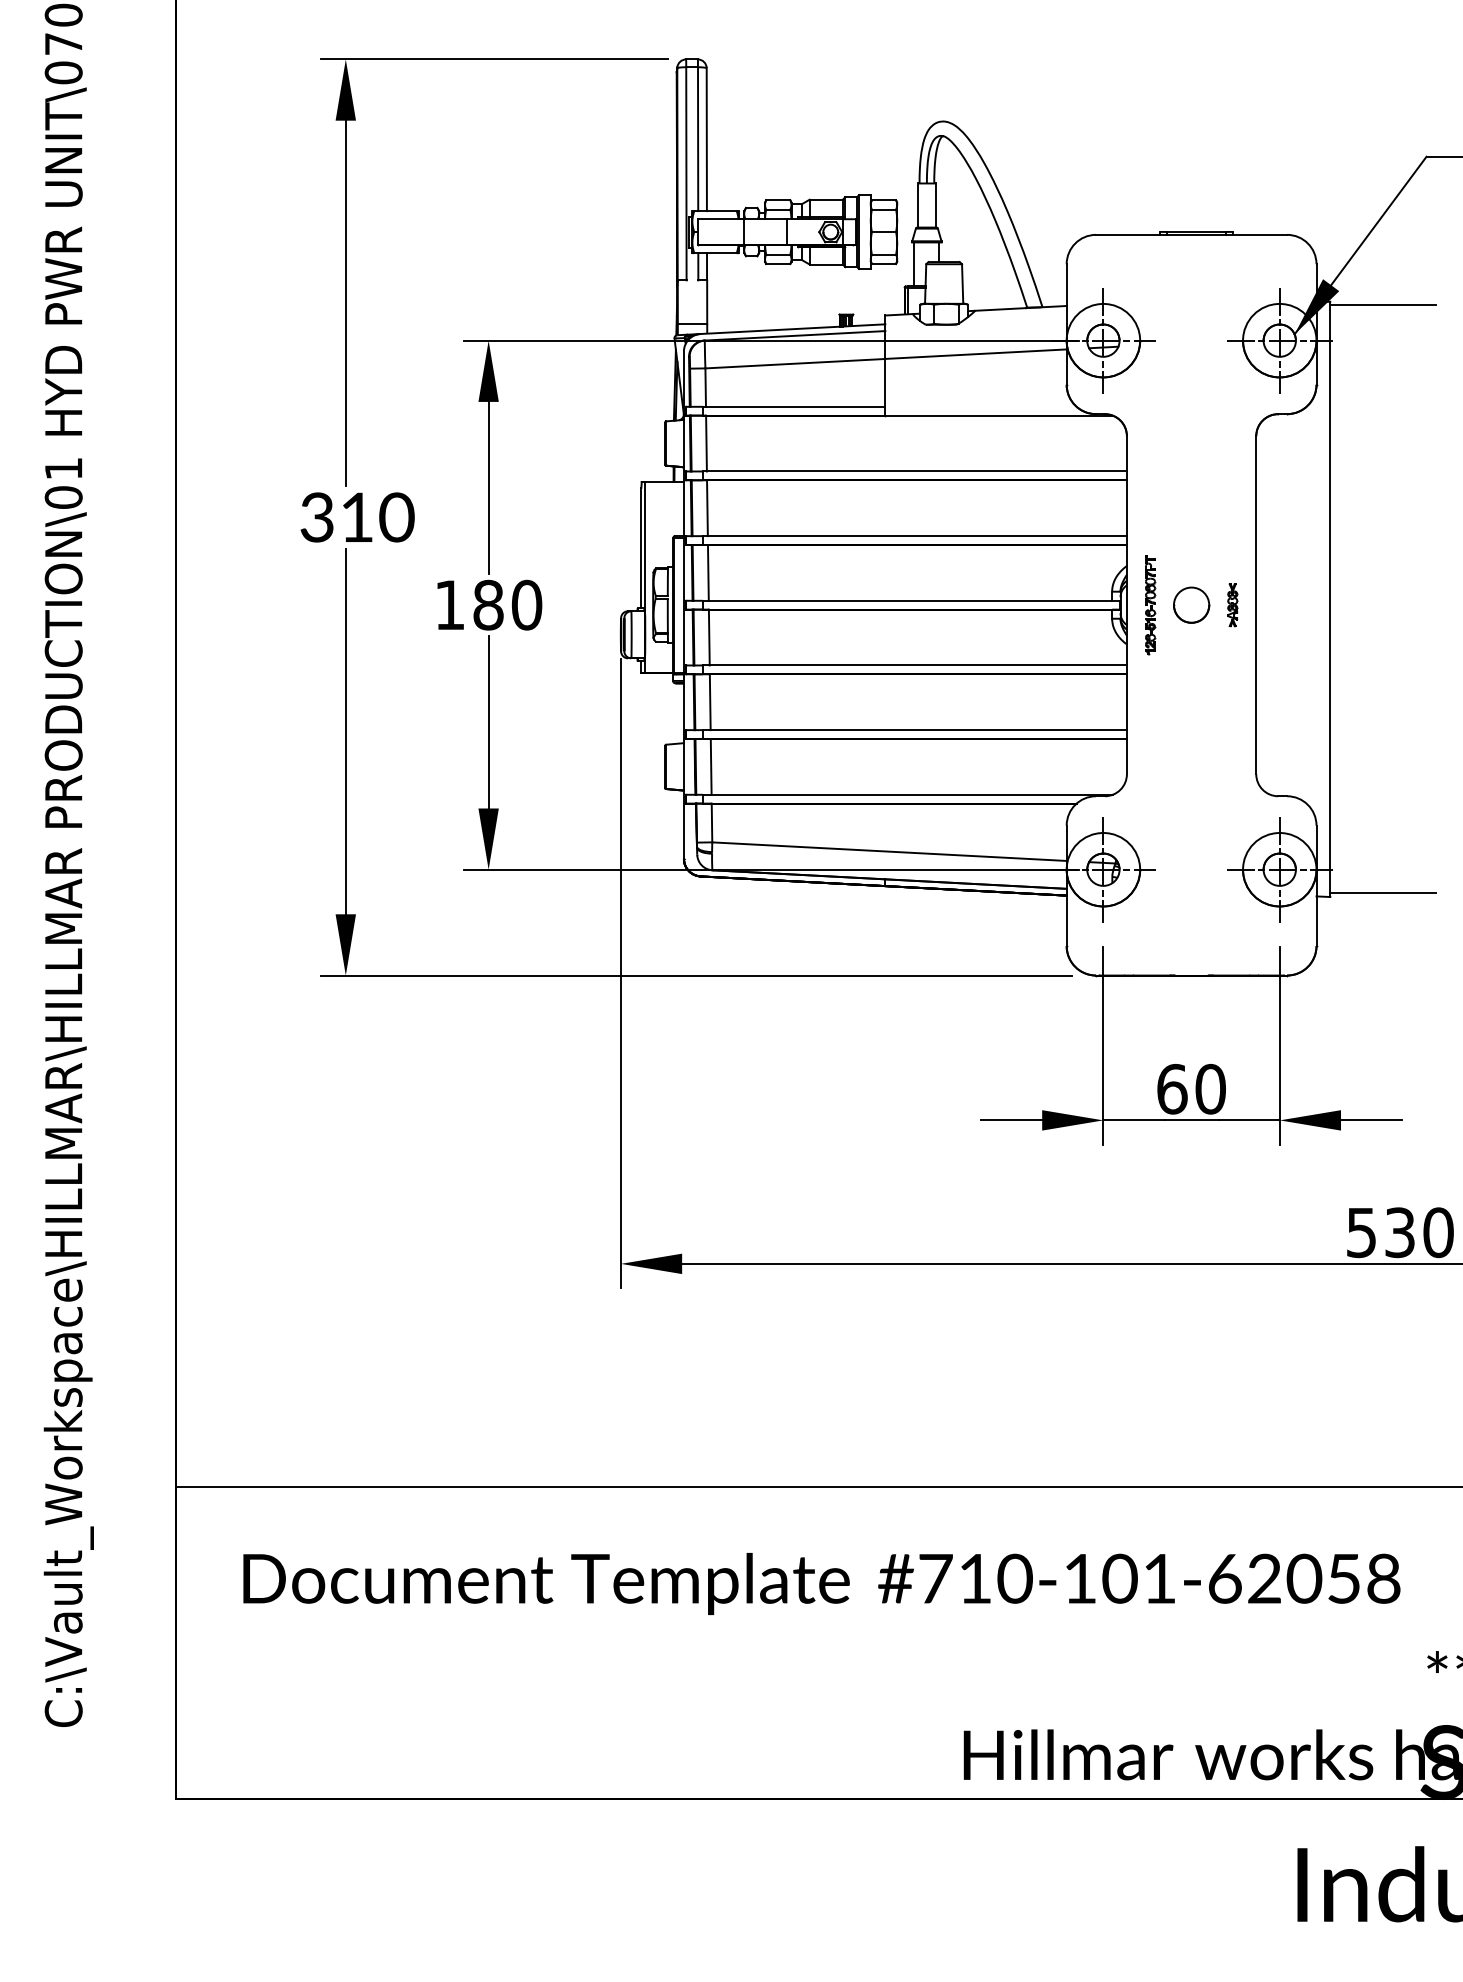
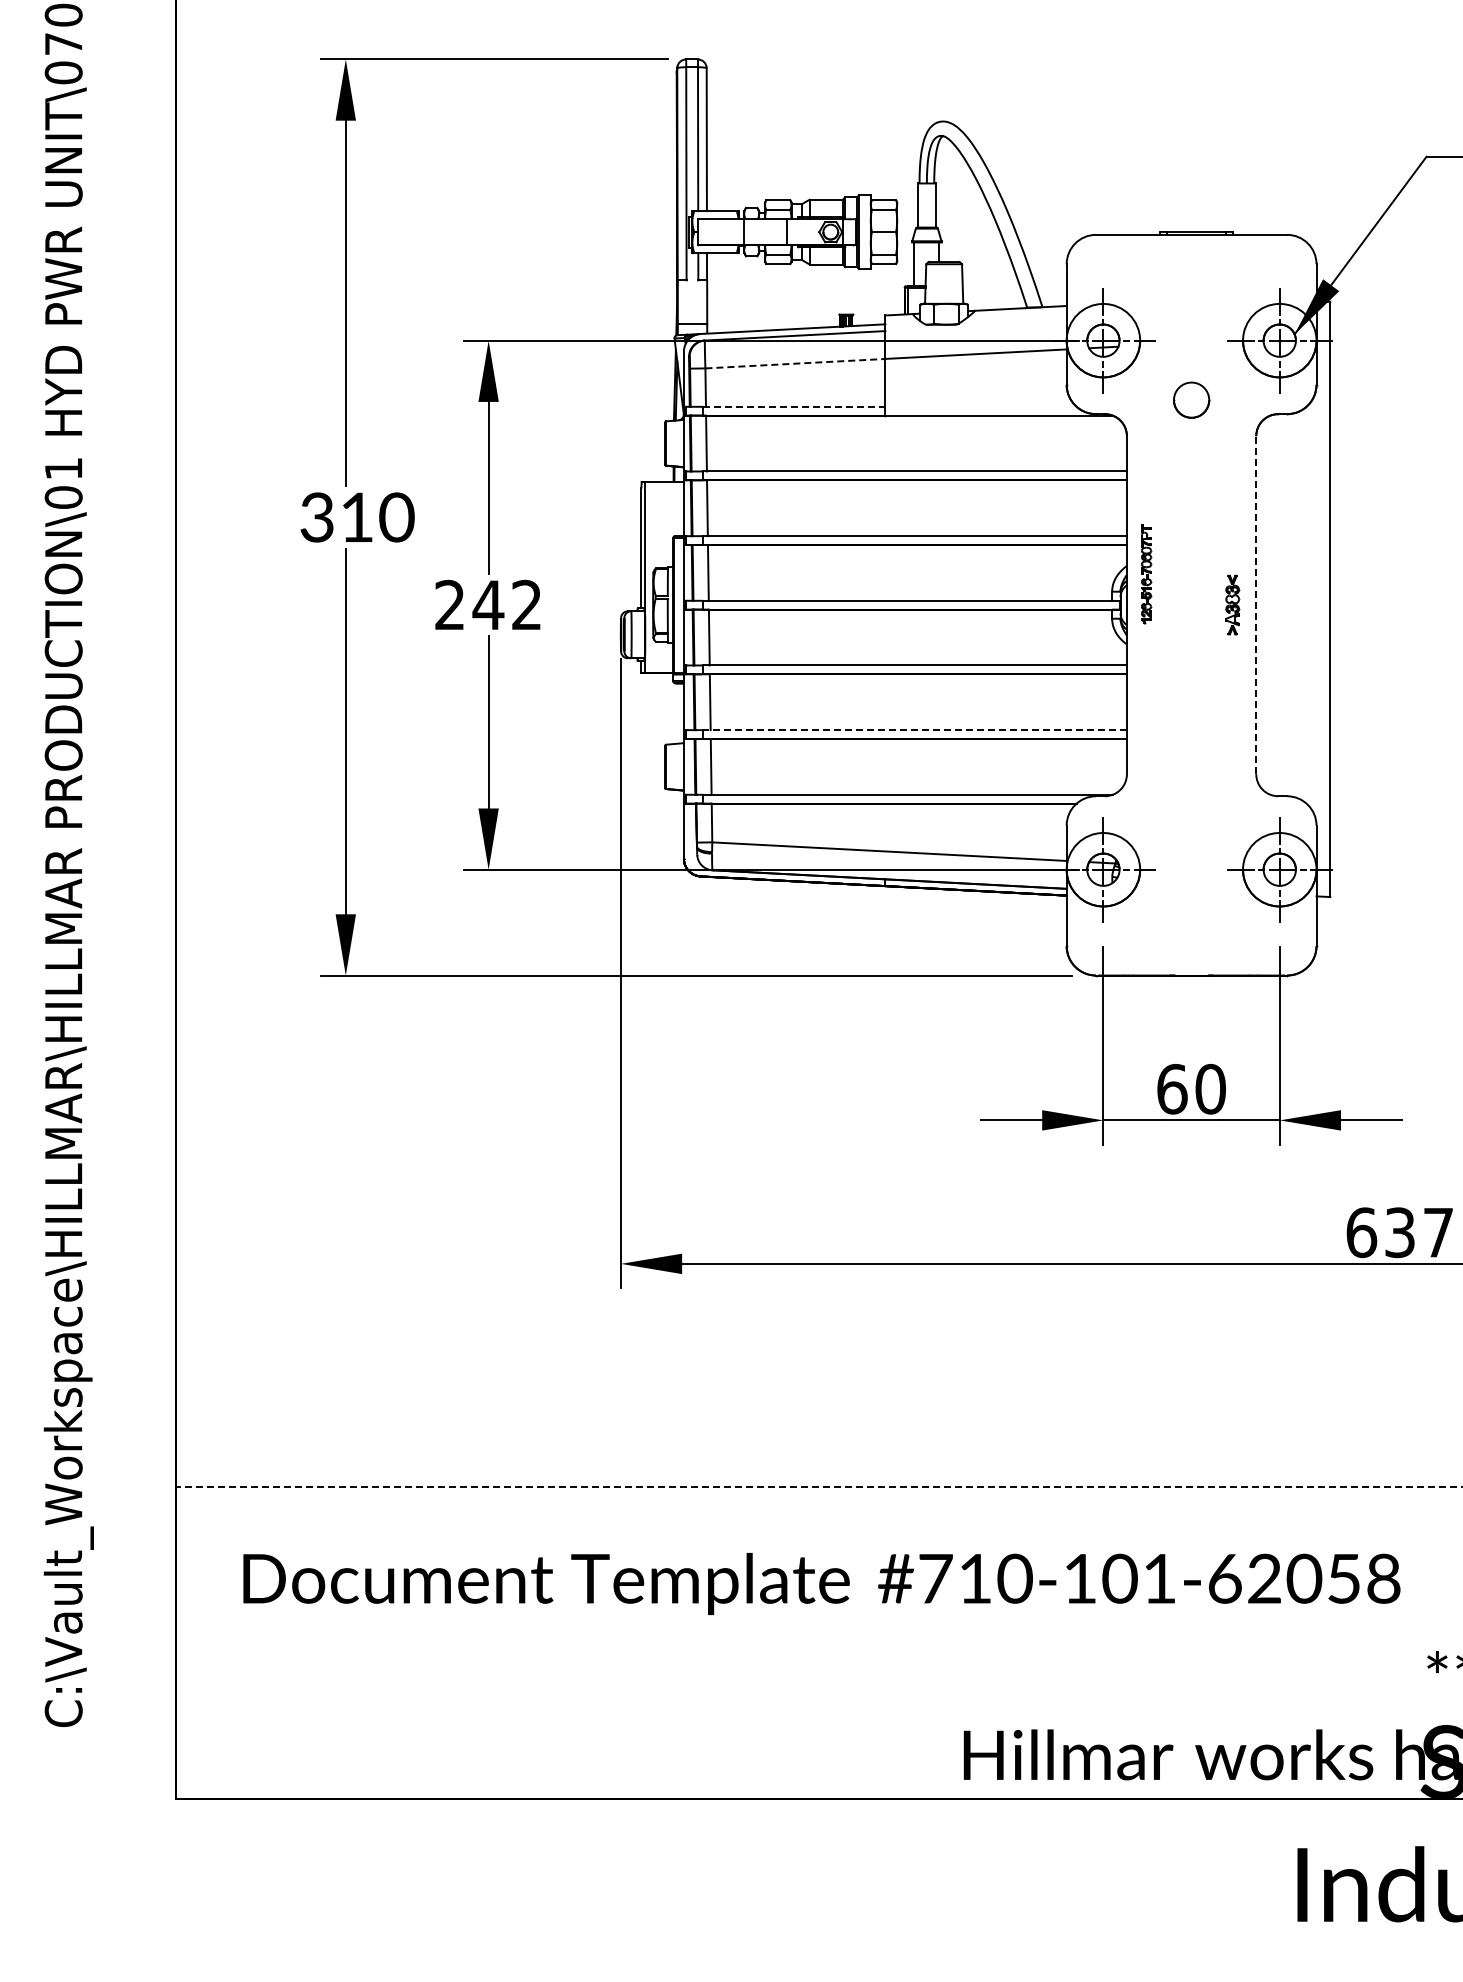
line at (1383, 305): present -> none
line at (795, 363): solid -> dashed
line at (794, 406): solid -> dashed
text at (488, 604): 180 -> 242
circle at (1191, 604) position: (1191, 604) -> (1191, 399)
line at (1256, 604): solid -> dashed
part at (1150, 605) position: (1150, 605) -> (1146, 574)
part at (1232, 605) size: 12x45 px -> 16x62 px
line at (914, 730): solid -> dashed
line at (1383, 893): present -> none
text at (1399, 1232): 530 -> 637
line at (818, 1487): solid -> dashed
